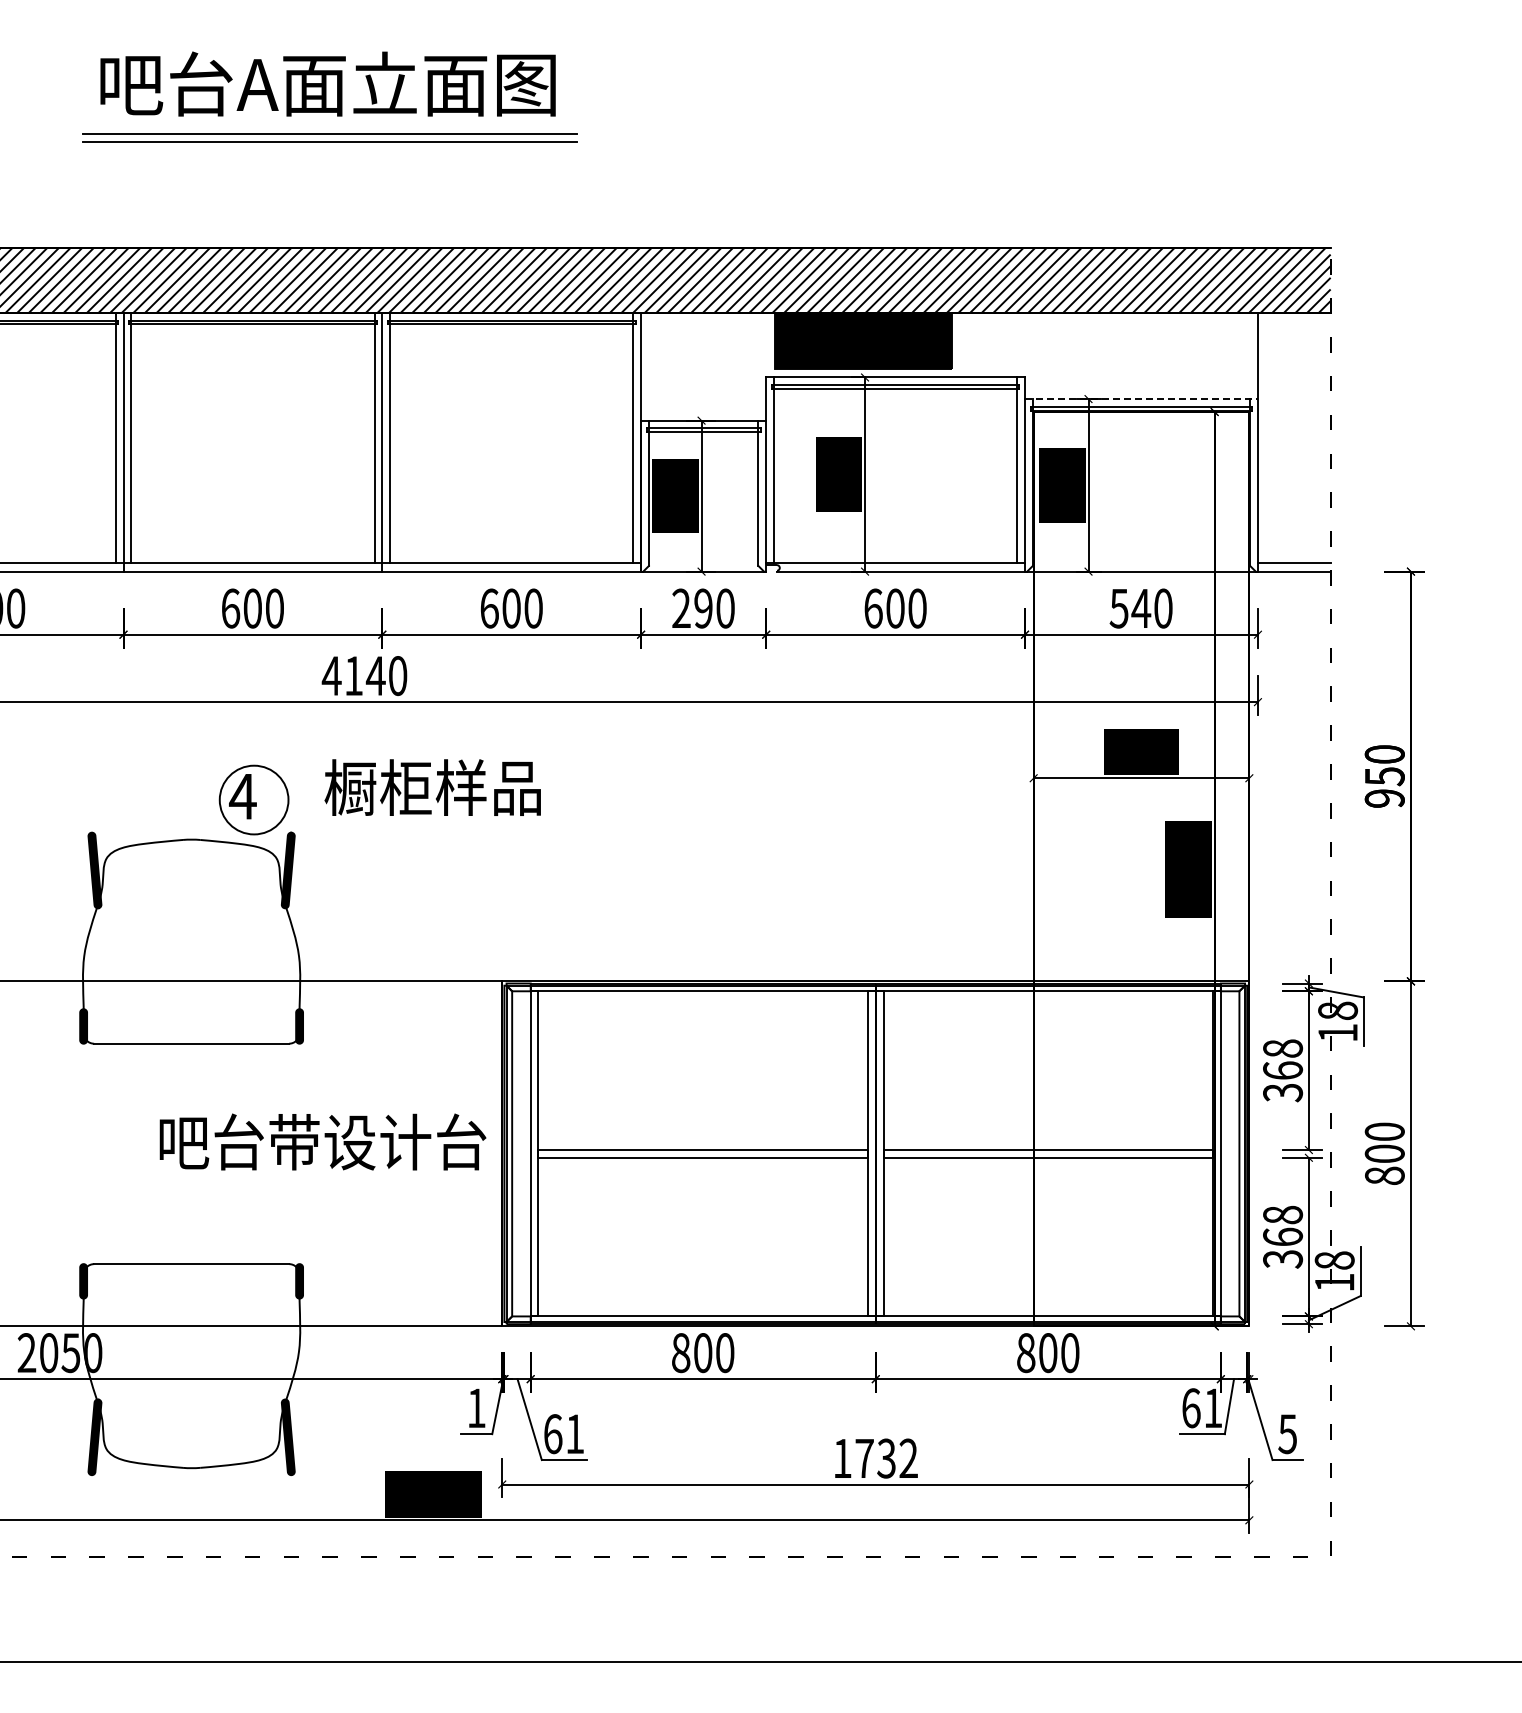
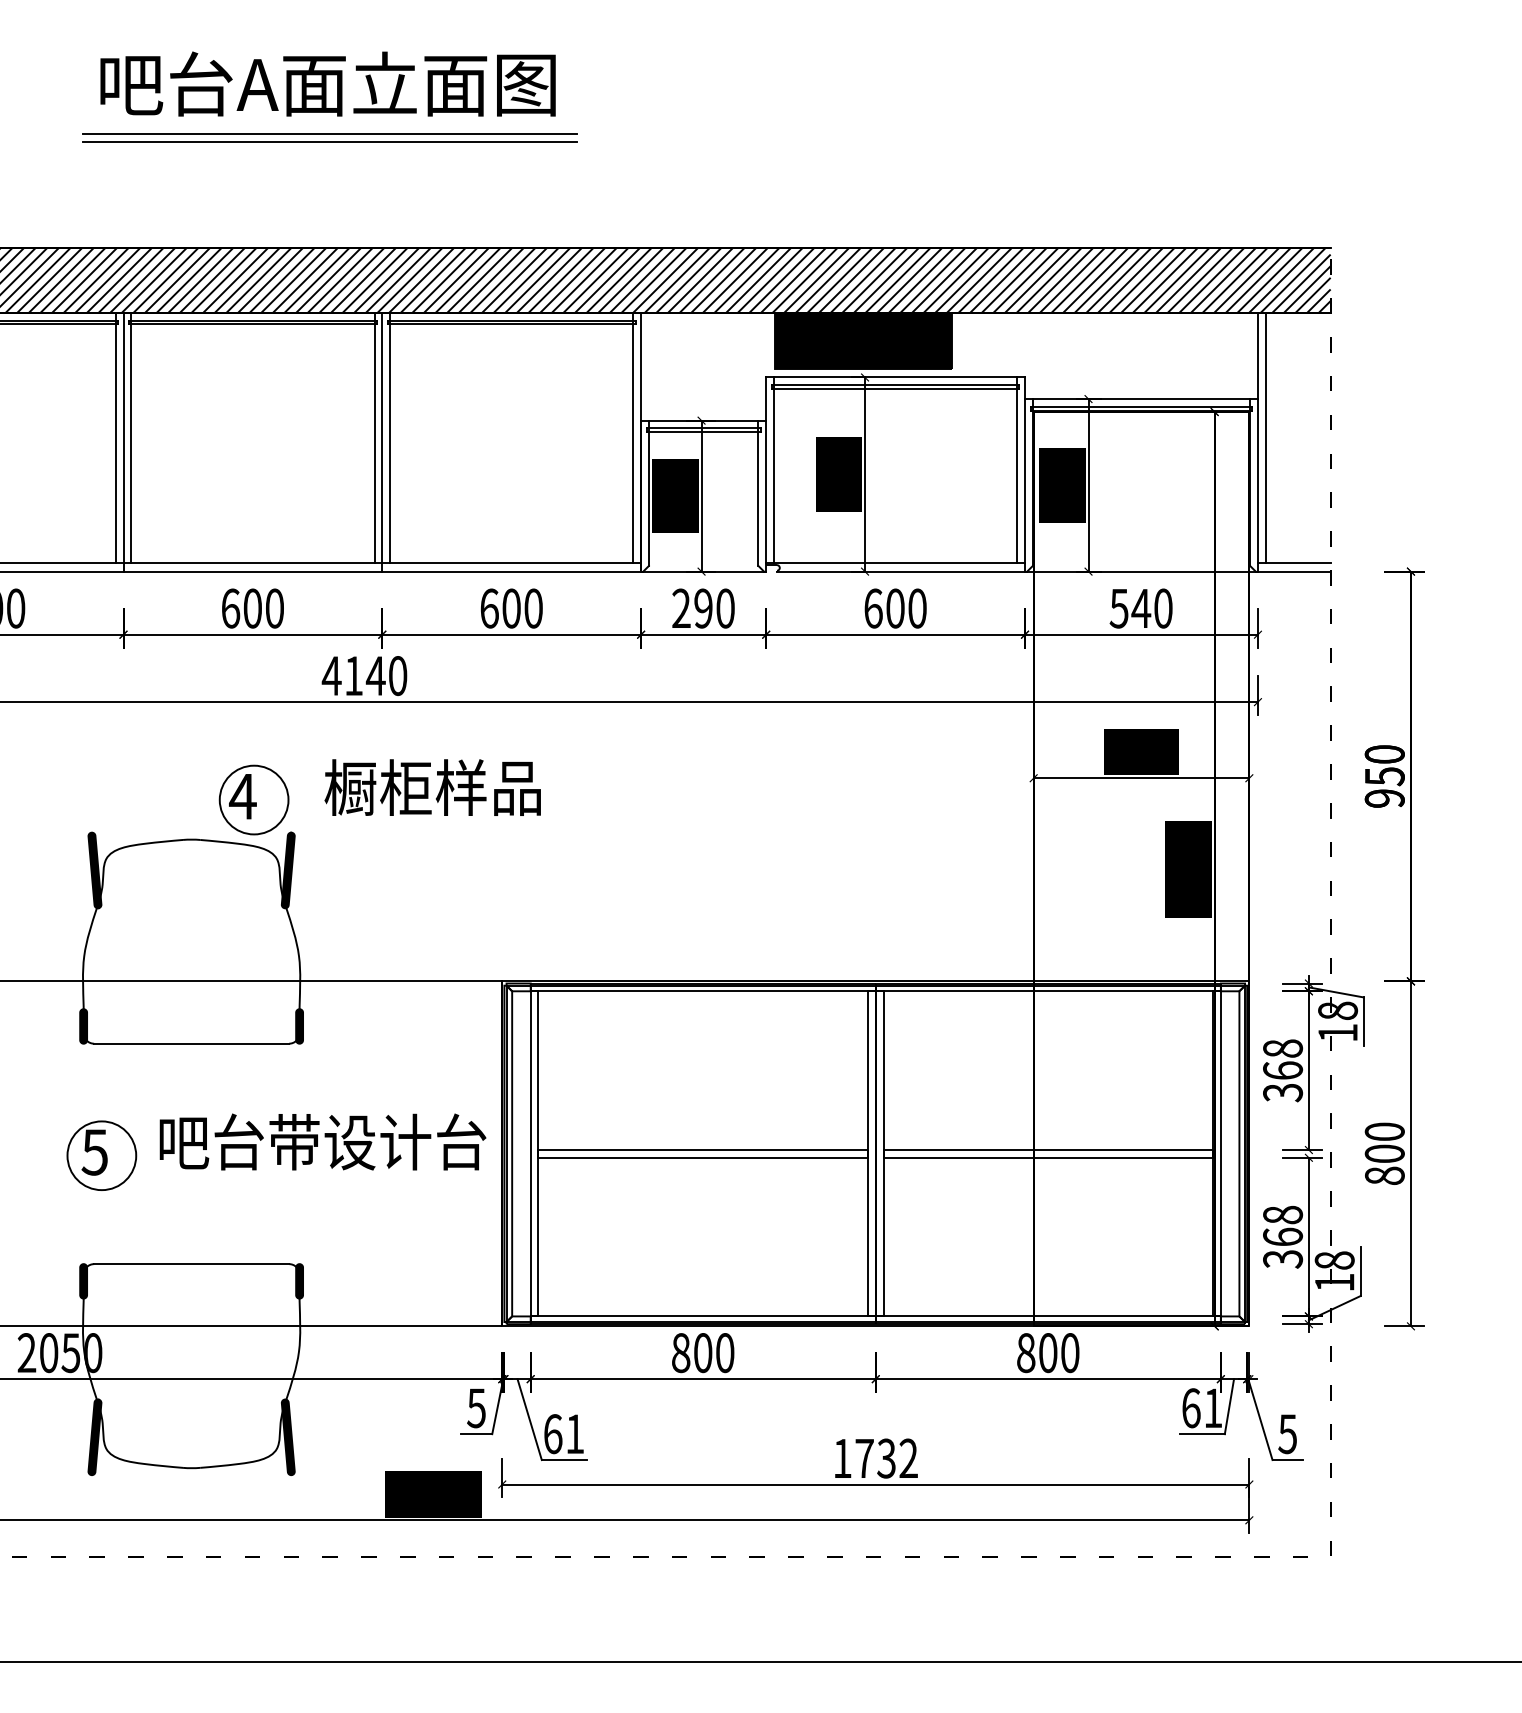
line at (1141, 399): dashed -> solid
line at (1265, 437): none -> present
part at (101, 1155): none -> present
text at (476, 1408): 1 -> 5
